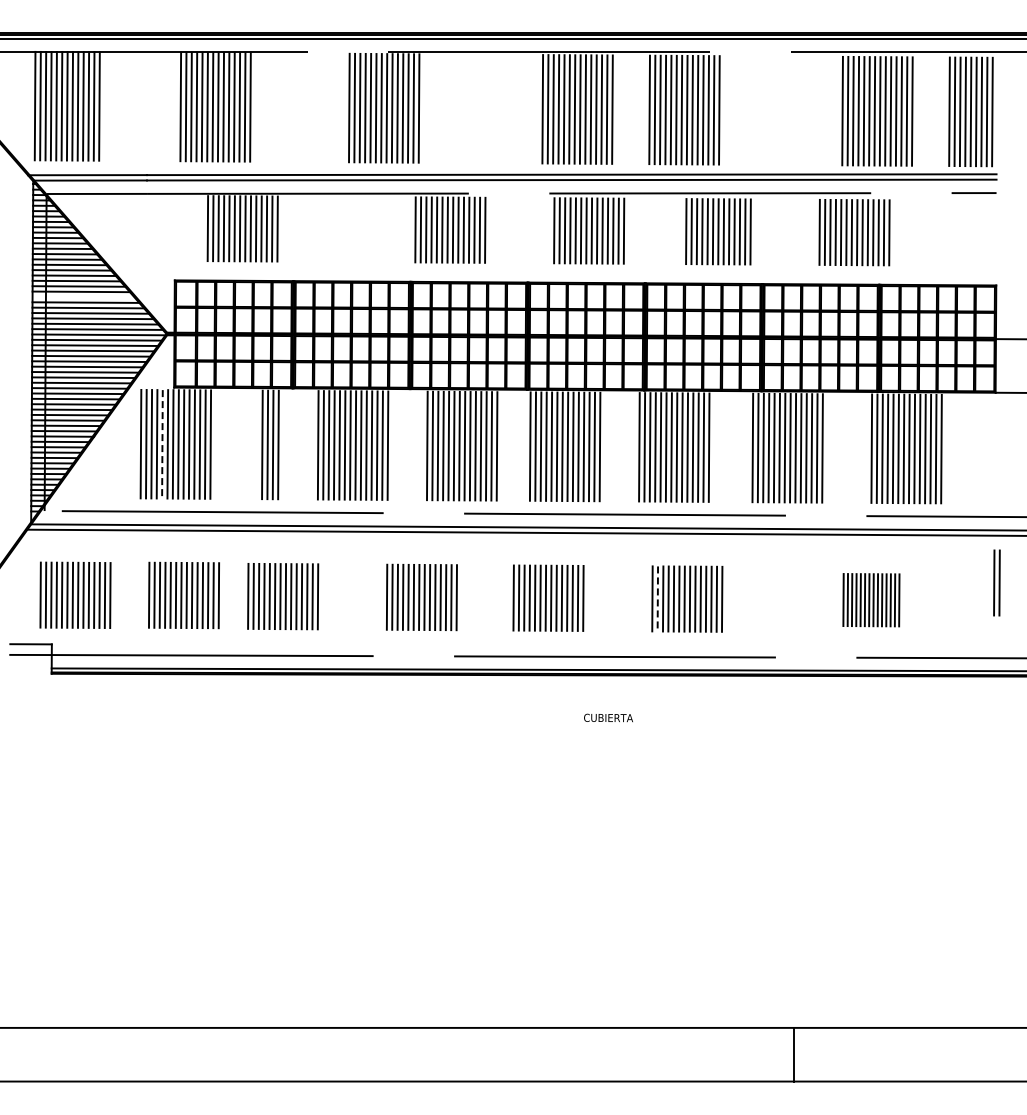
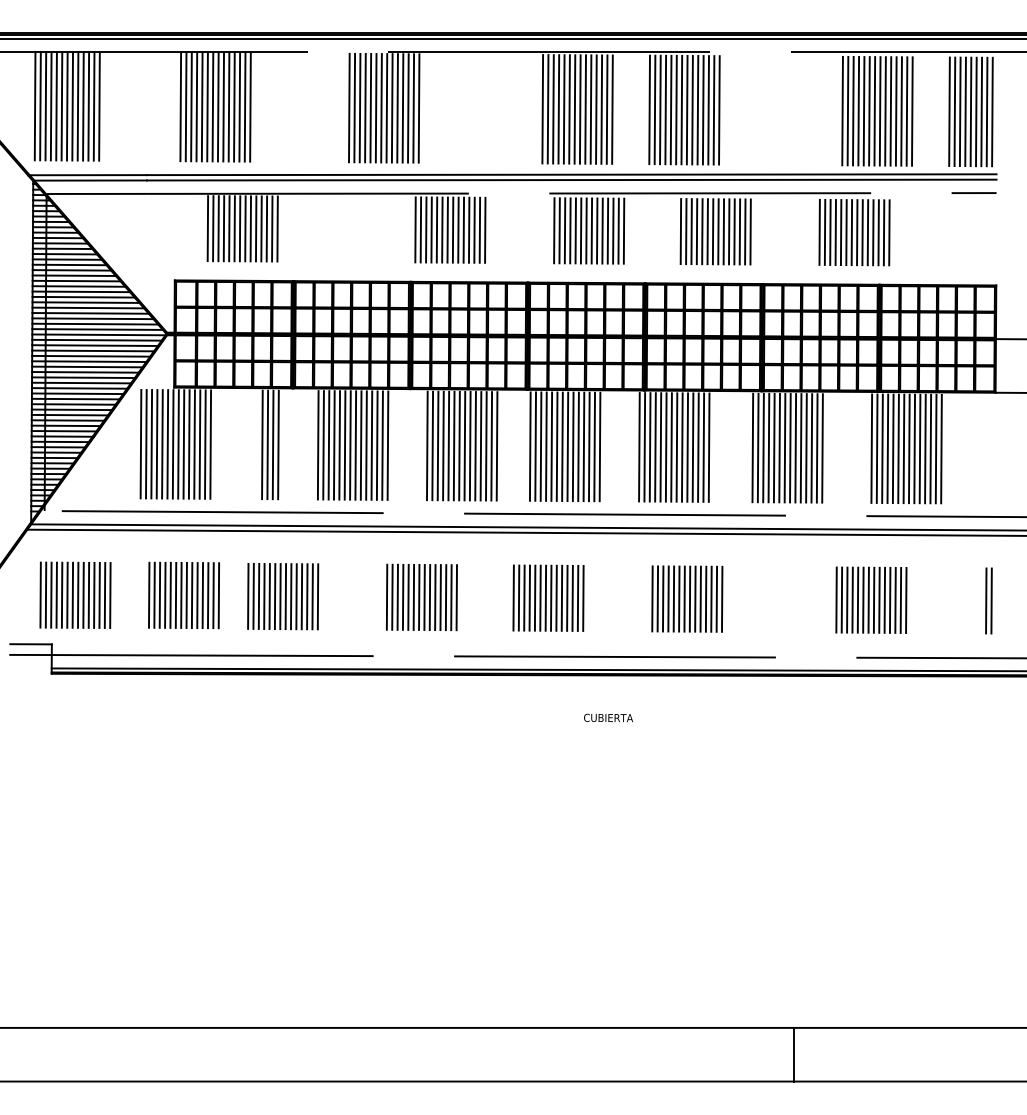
line at (680, 231): none -> present
line at (83, 296): none -> present
line at (162, 444): dashed -> solid
part at (996, 582) position: (996, 582) -> (988, 600)
line at (657, 599): dashed -> solid
part at (871, 600) size: 59x55 px -> 73x68 px
